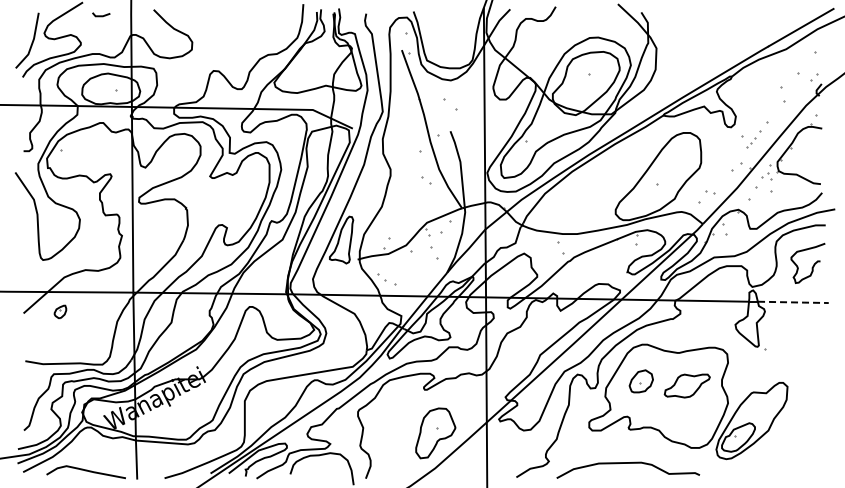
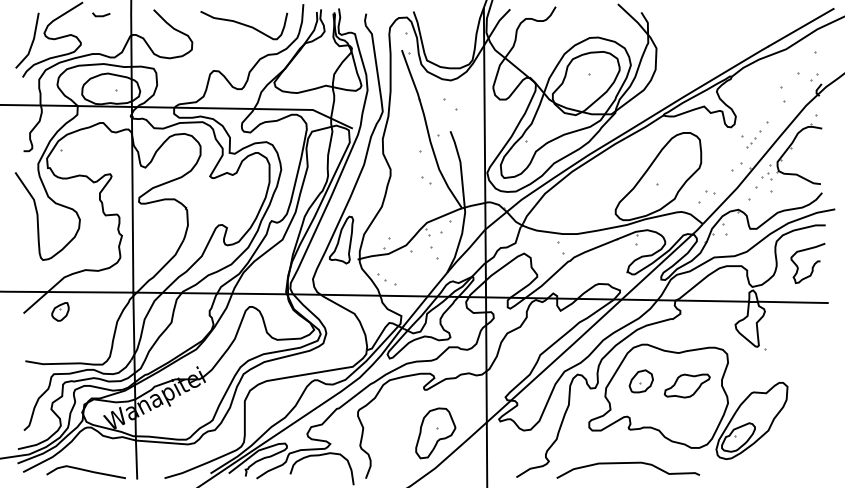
curve at (244, 25): none -> present
line at (794, 302): dashed -> solid
part at (60, 311) size: 15x16 px -> 19x20 px
